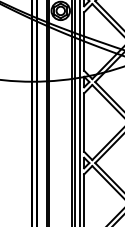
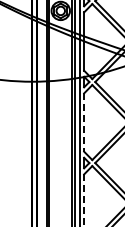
line at (84, 123): solid -> dashed
line at (84, 201): solid -> dashed
